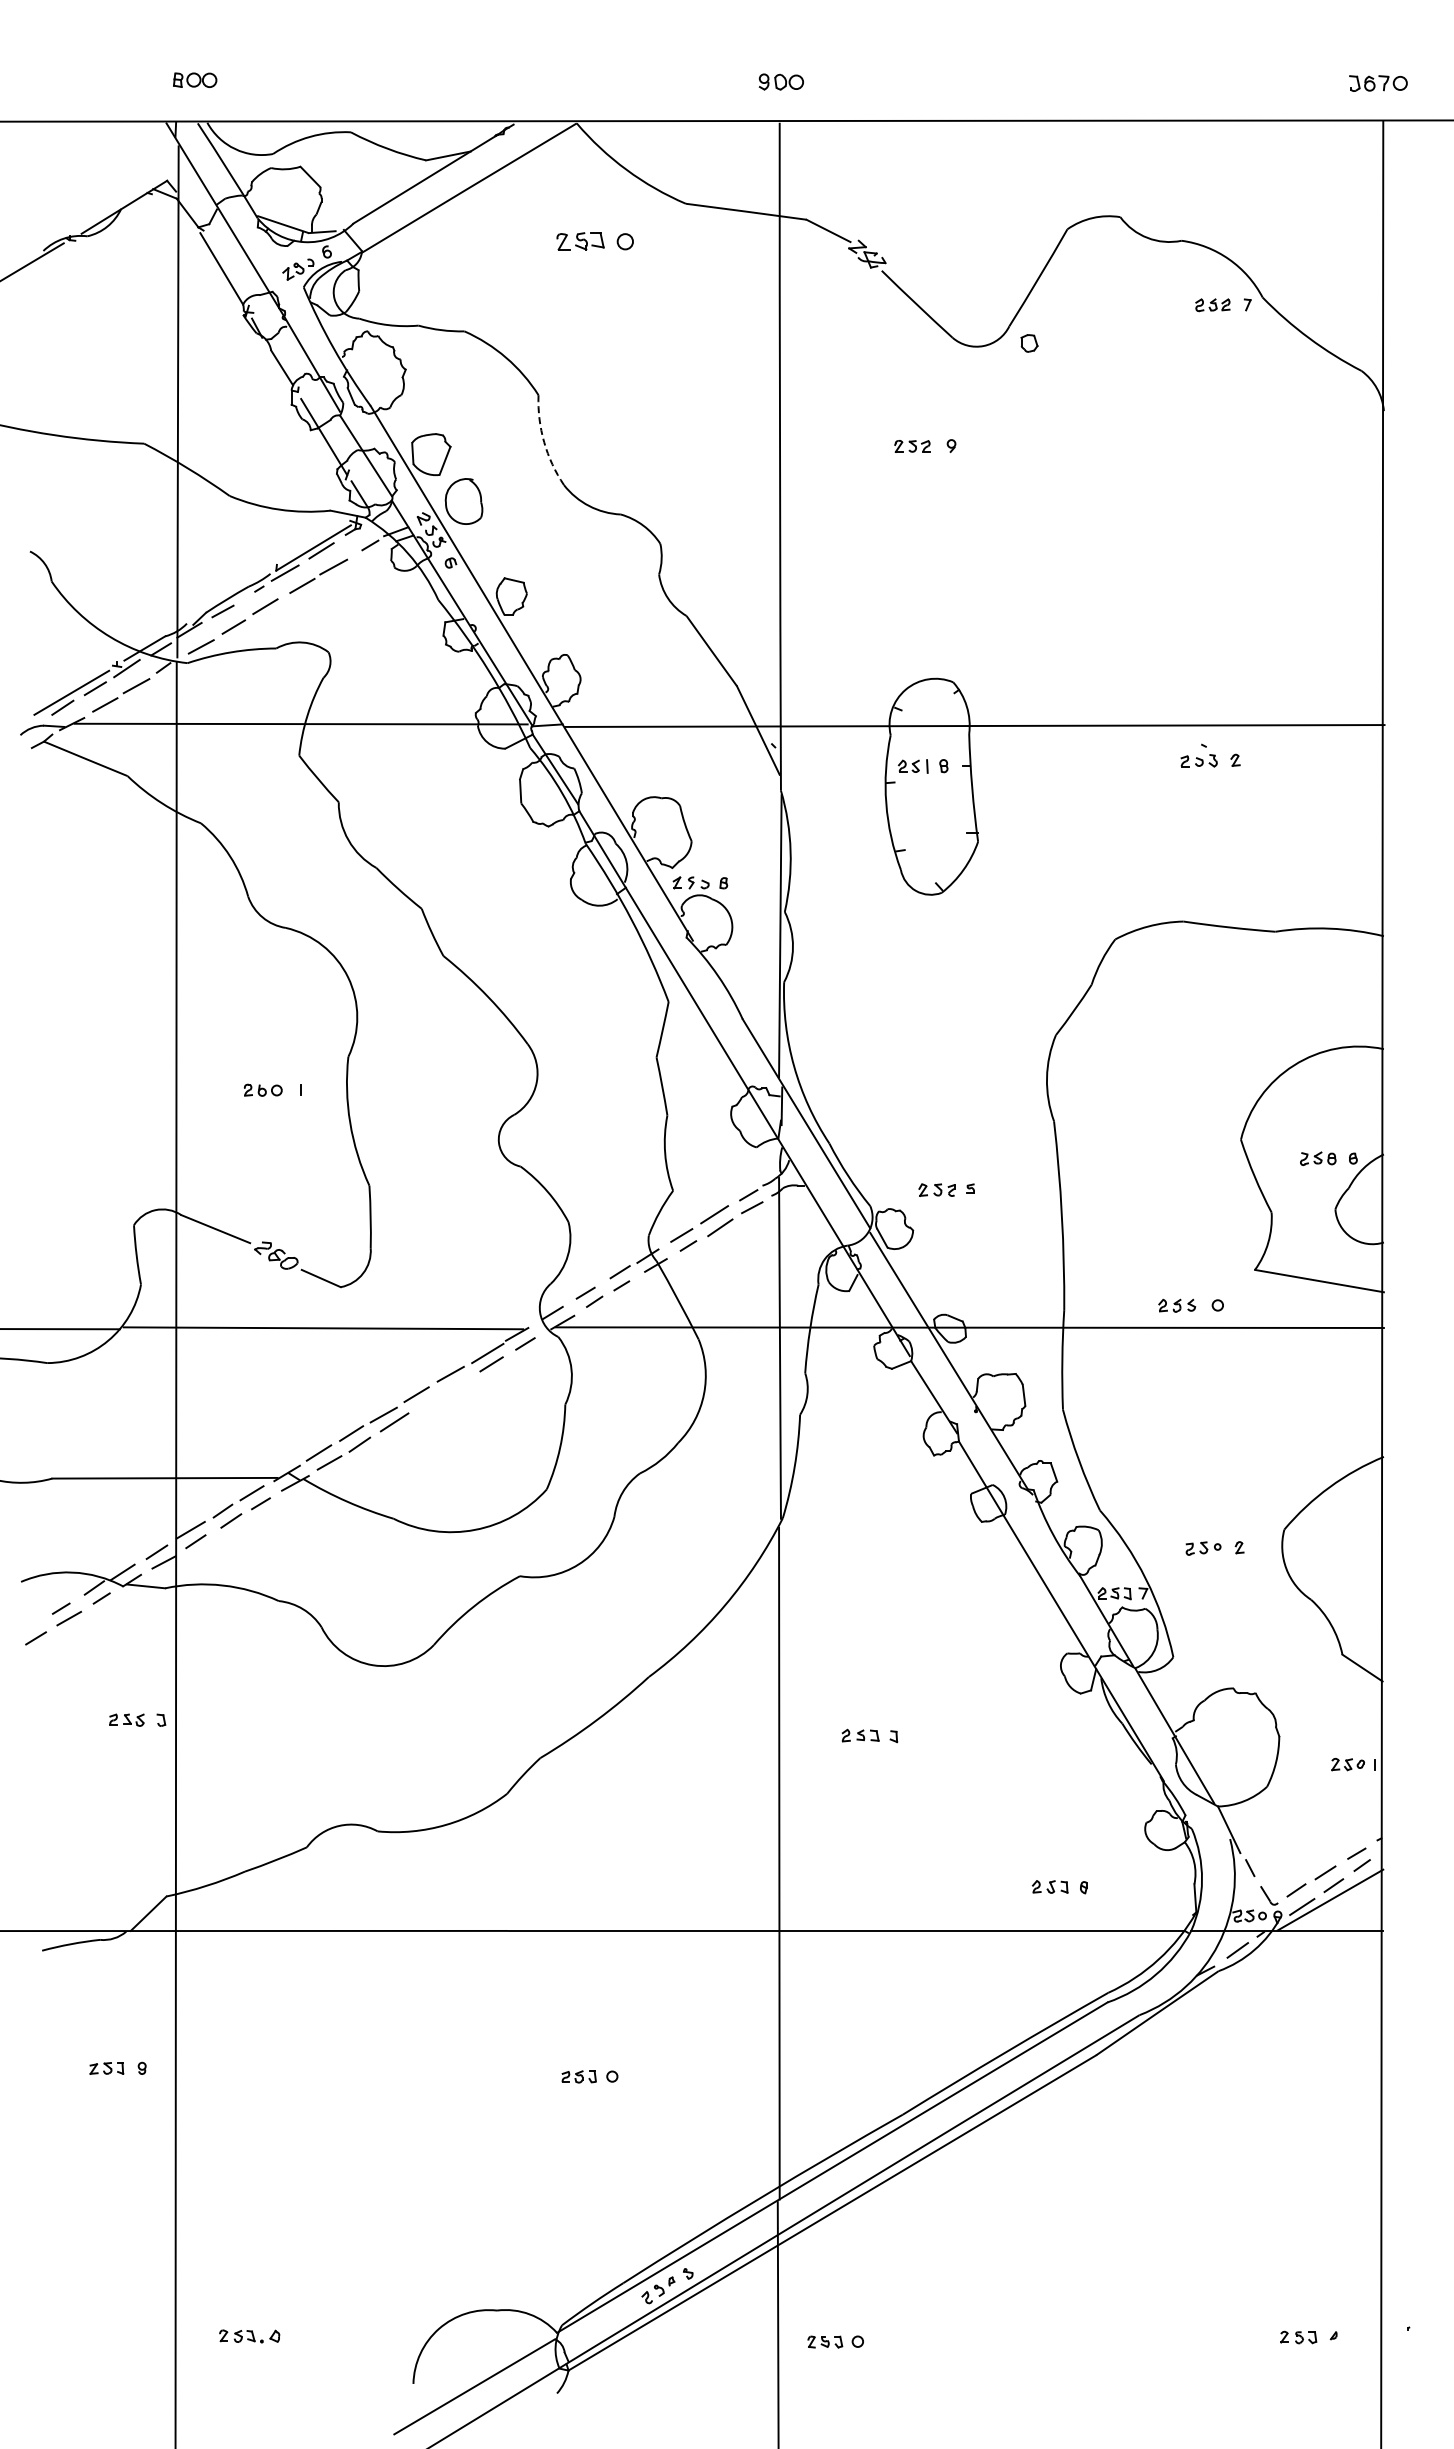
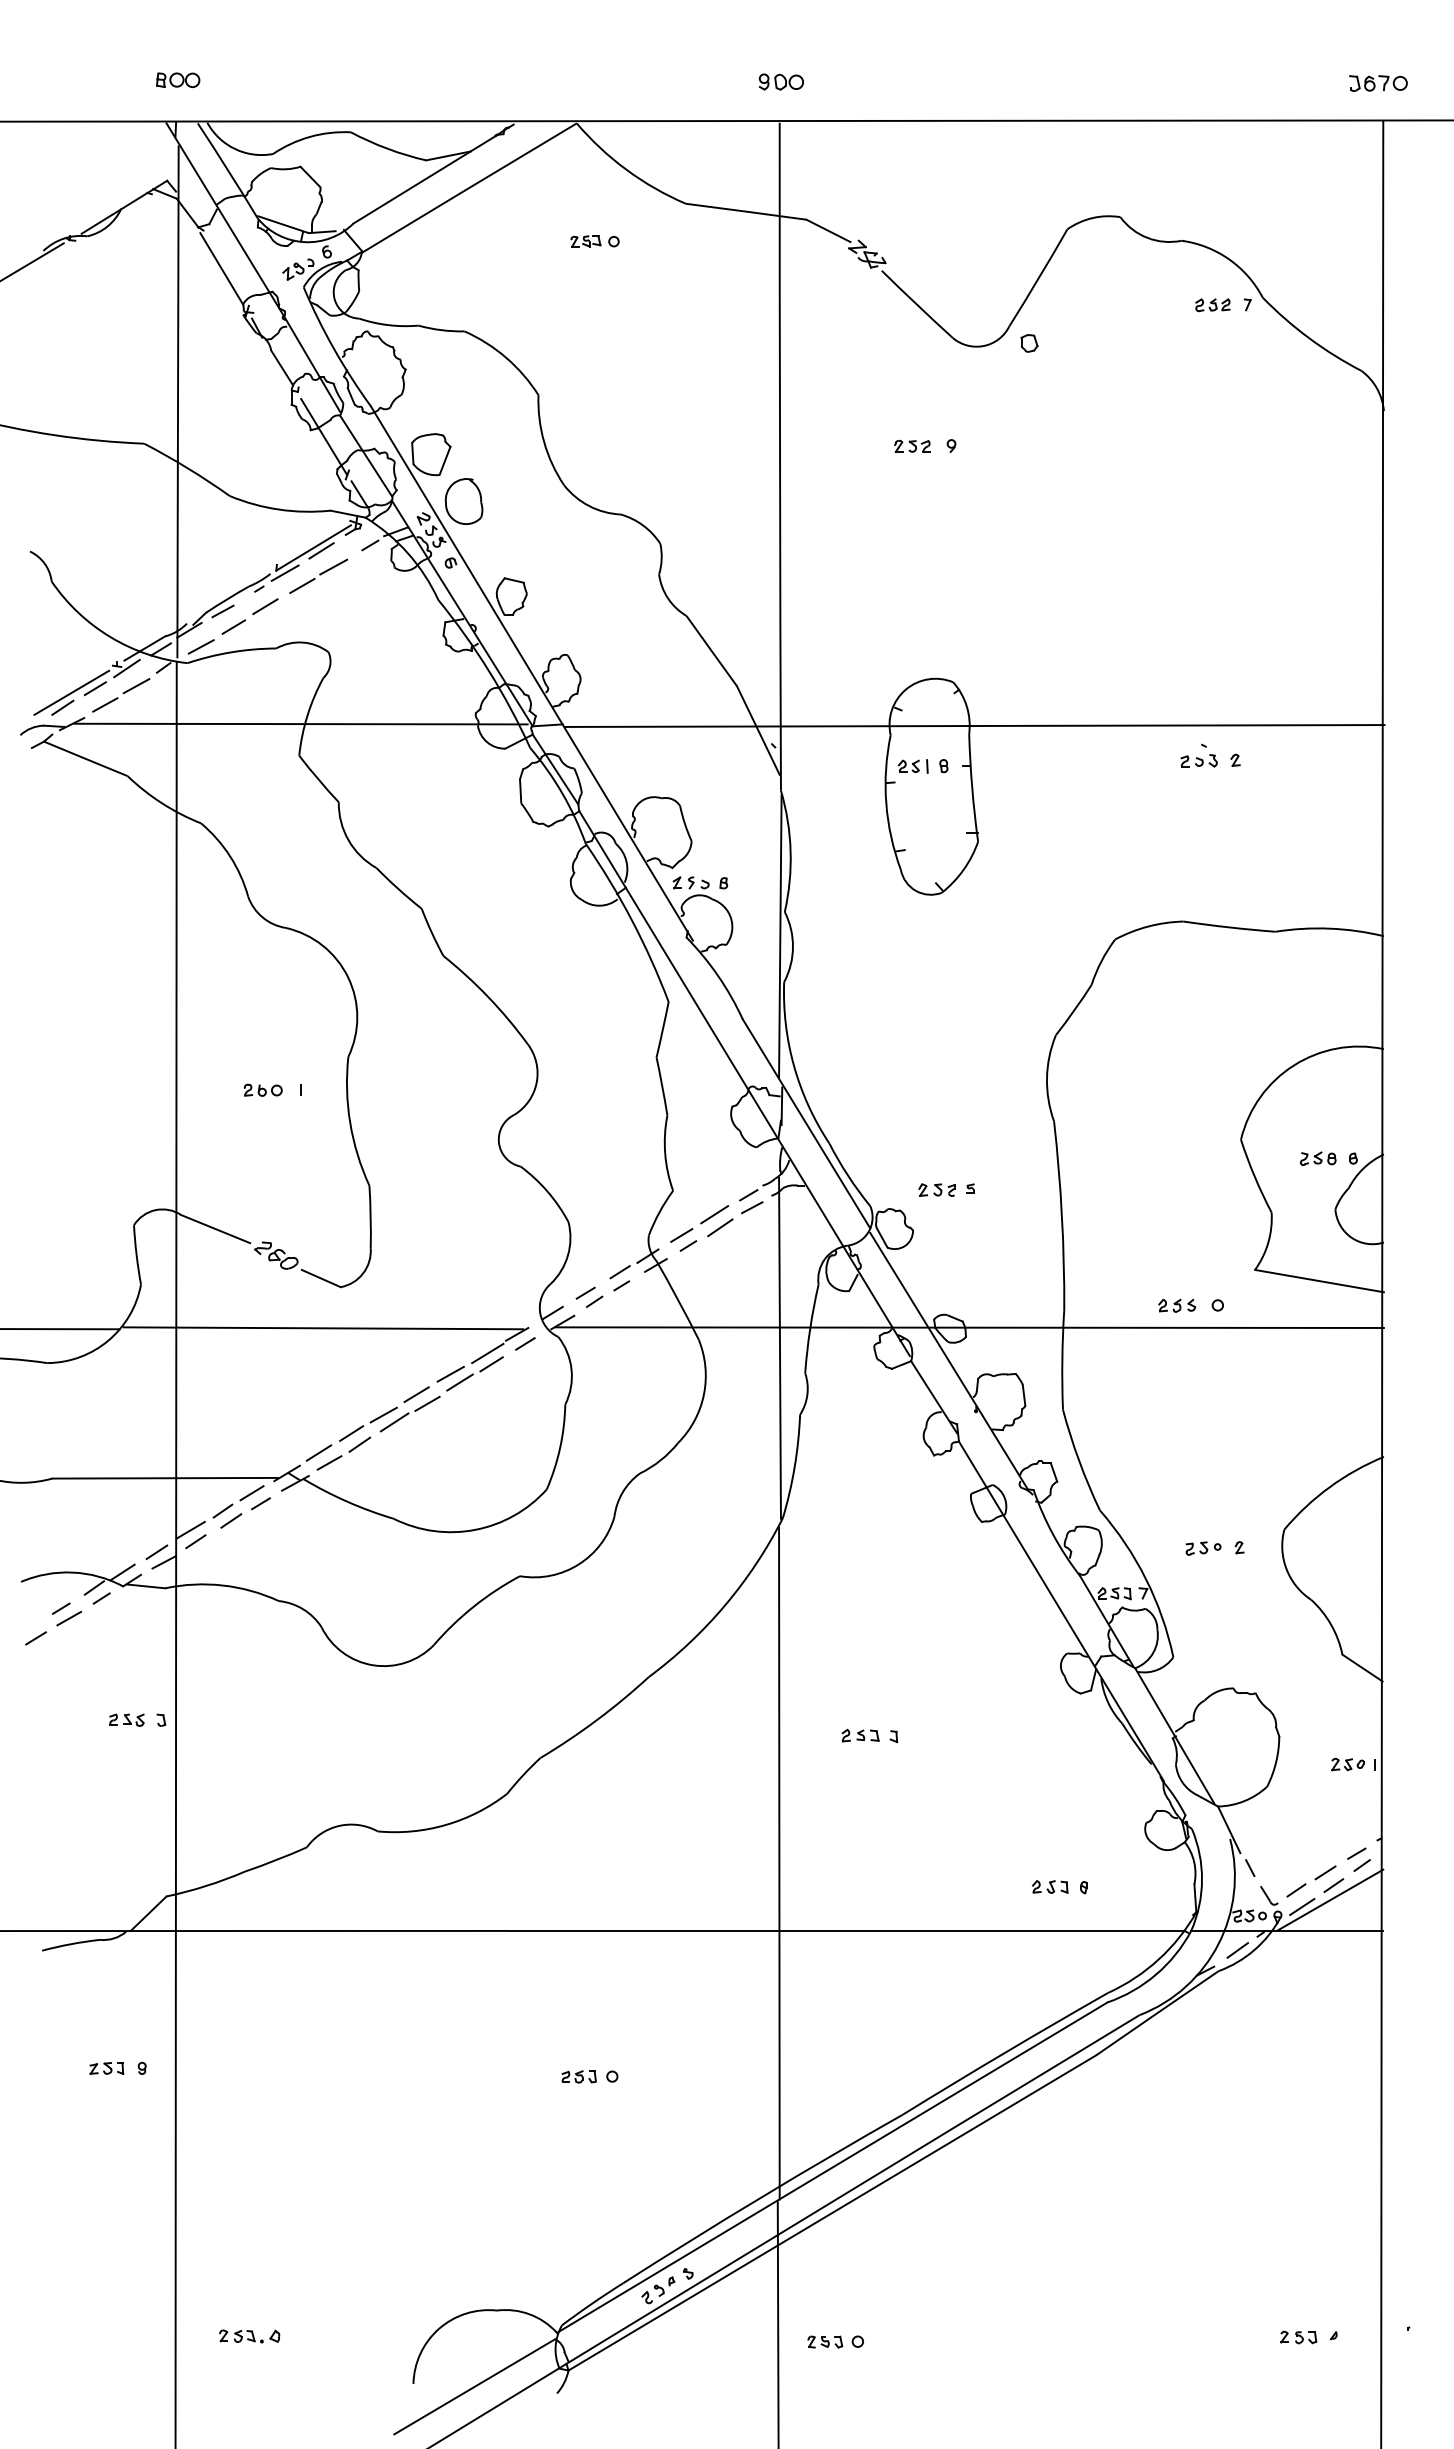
part at (195, 79) position: (195, 79) -> (178, 79)
part at (594, 241) size: 78x19 px -> 50x13 px
arc at (544, 442): dashed -> solid
line at (459, 1382): none -> present
line at (427, 1403): none -> present
